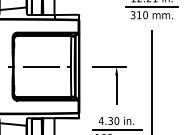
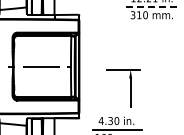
line at (152, 7): solid -> dashed
line at (152, 81): present -> none
part at (116, 85) position: (116, 85) -> (130, 88)
